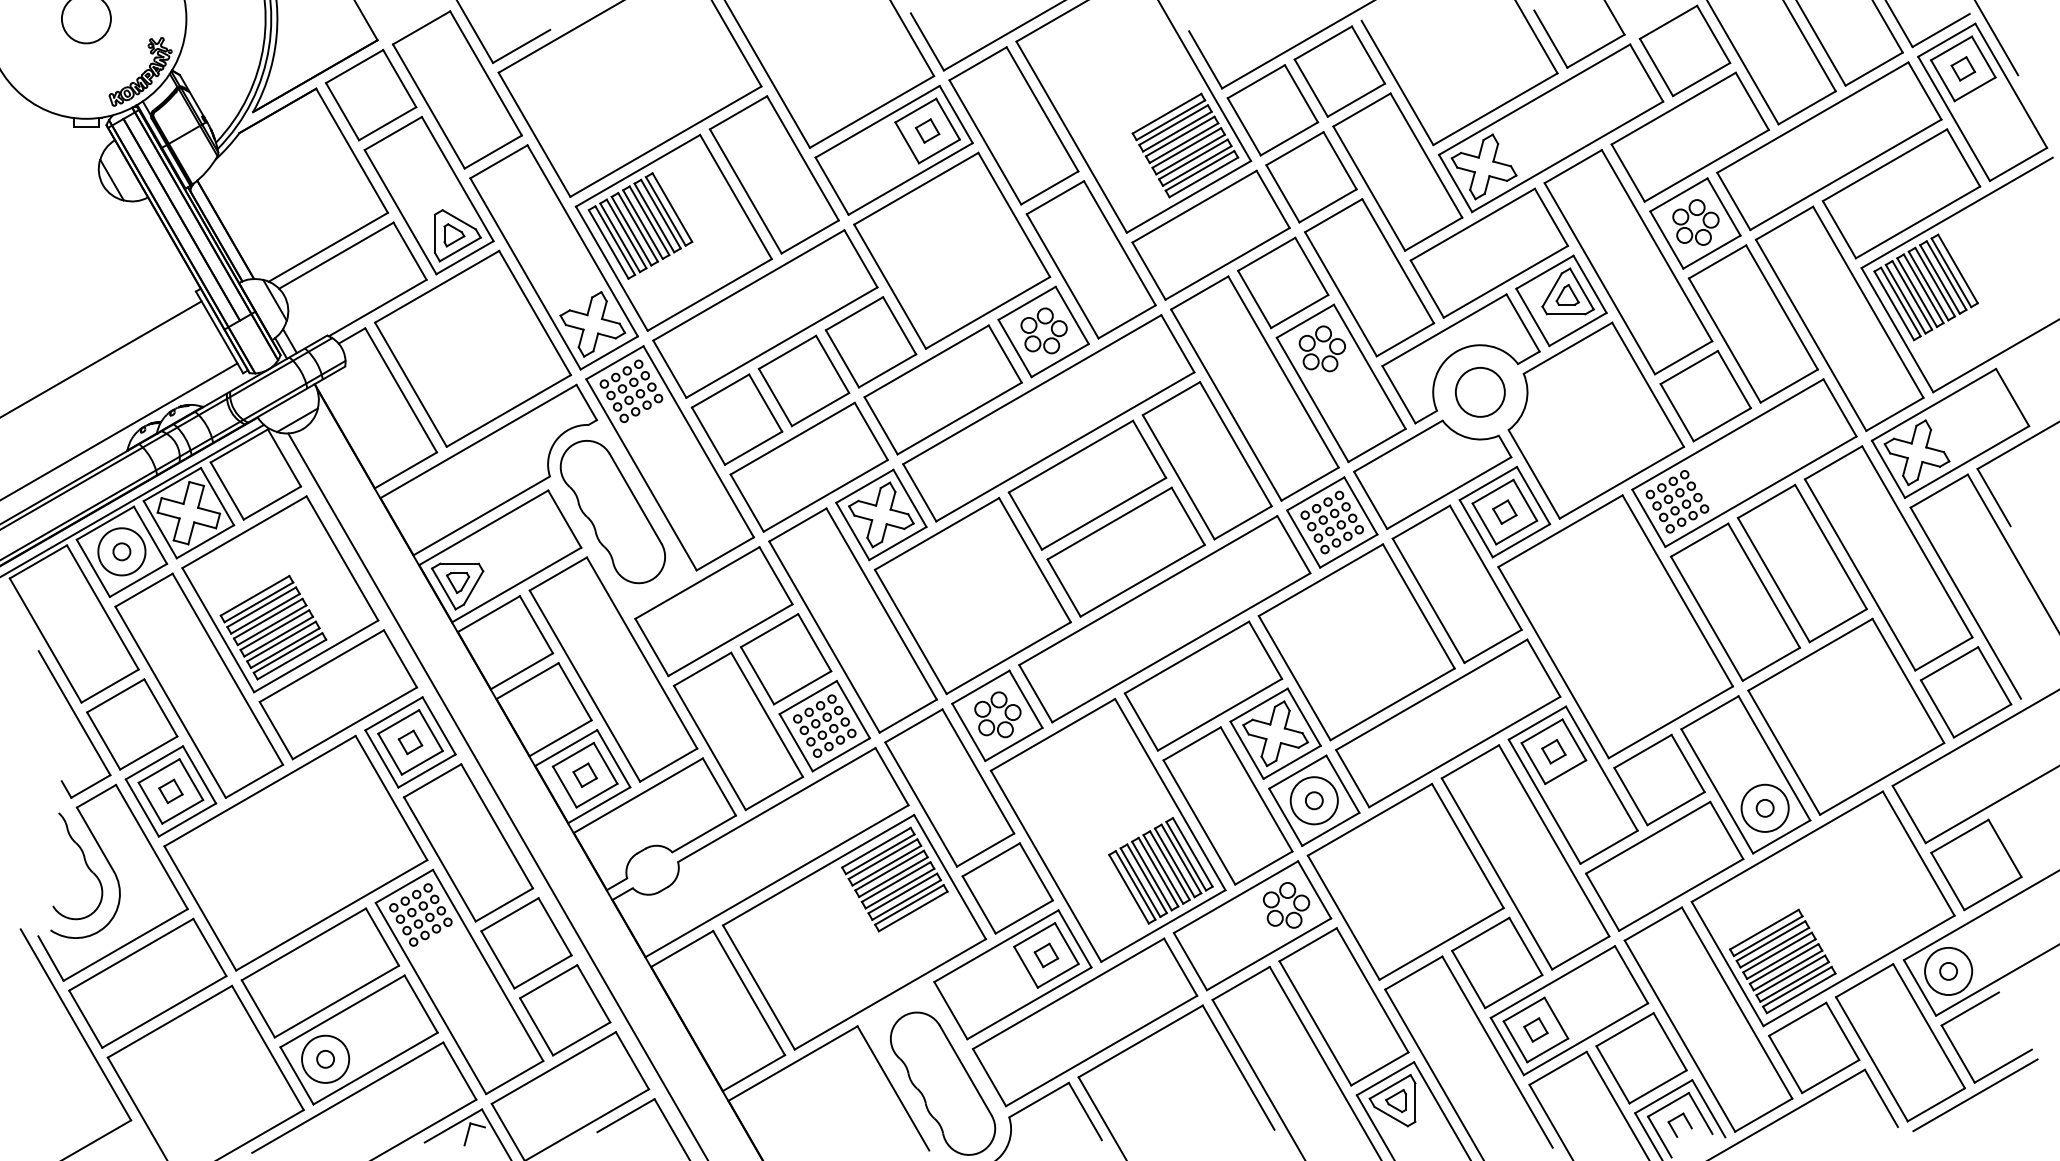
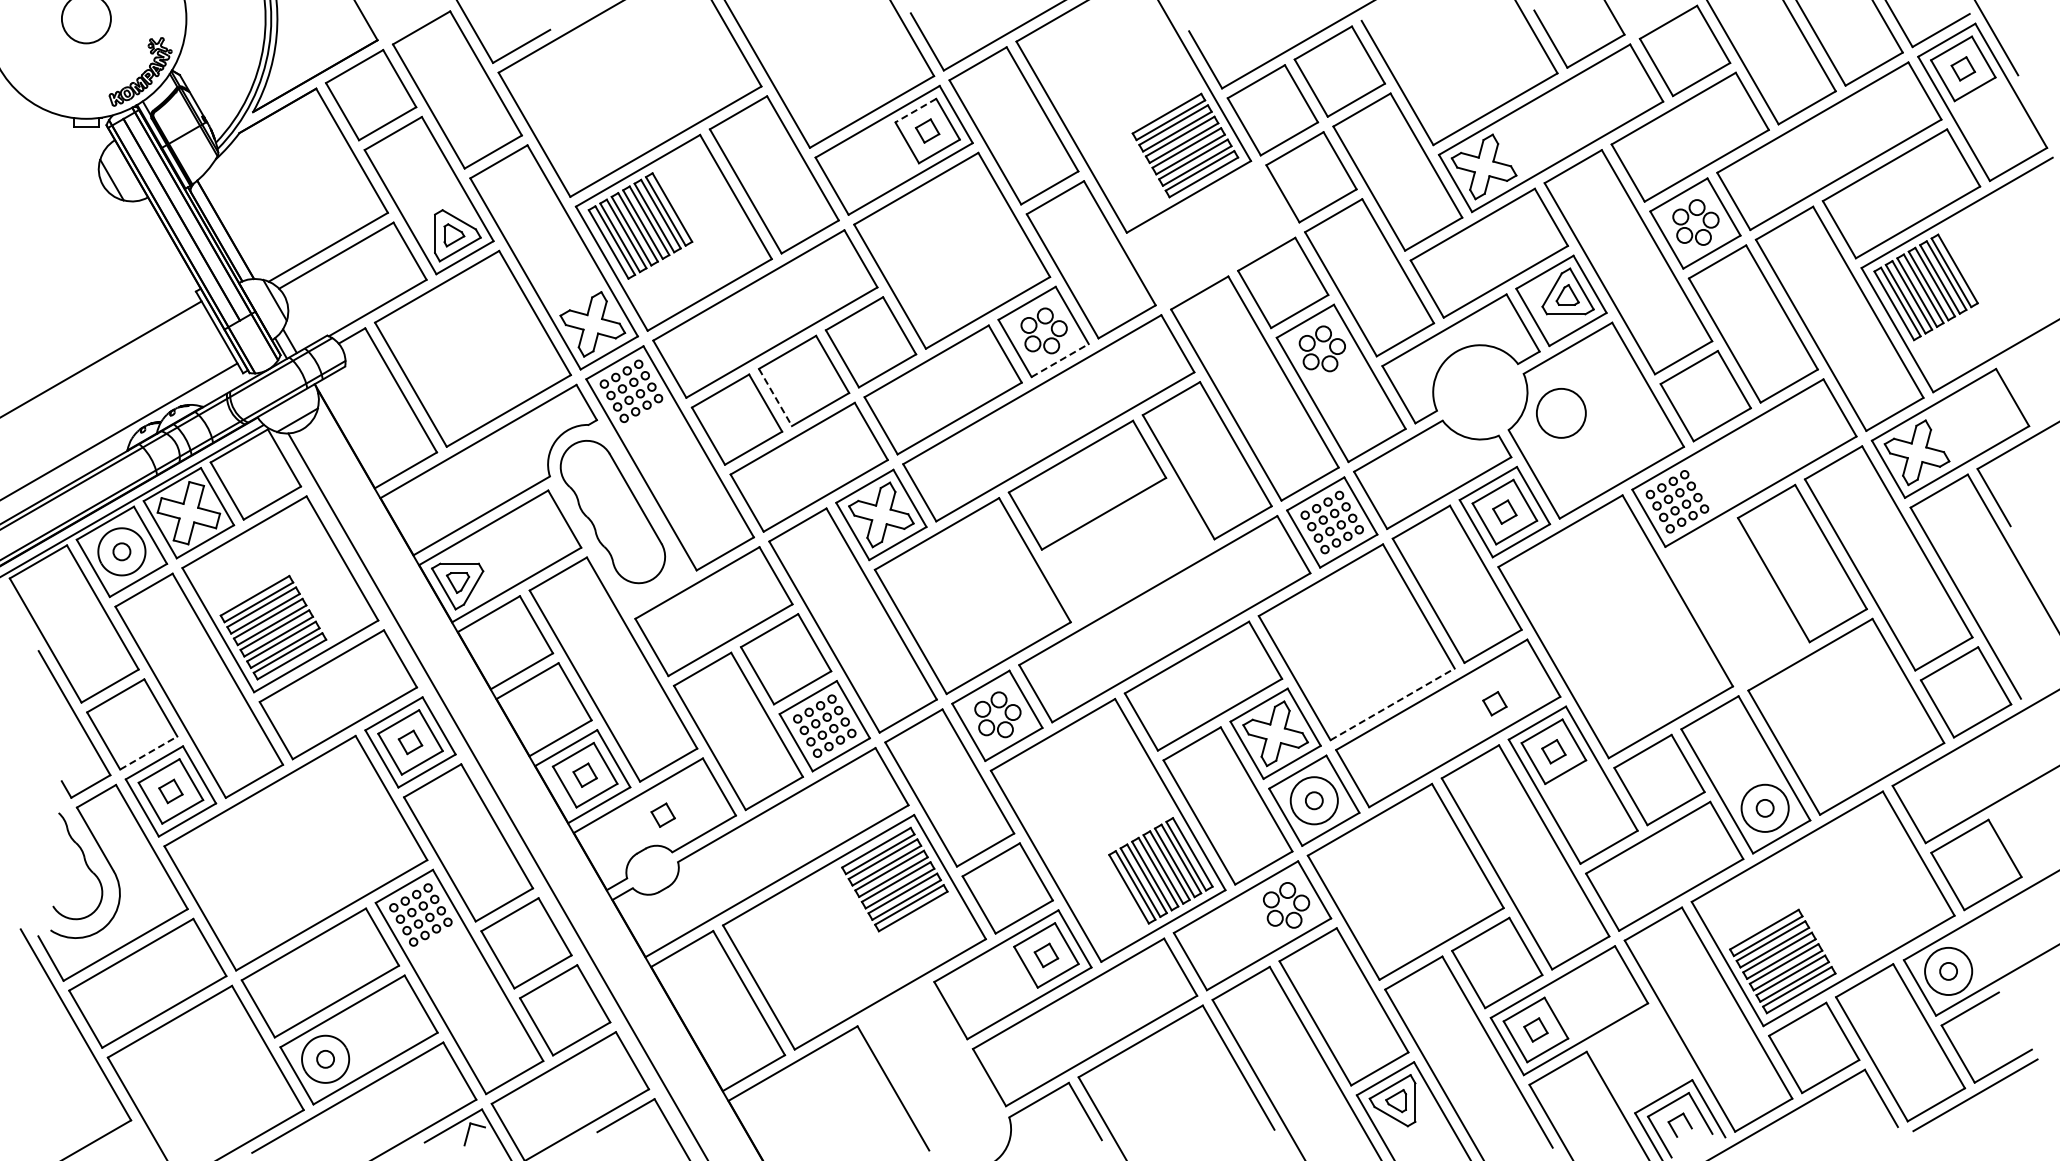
line at (915, 110): solid -> dashed
part at (1210, 234): present -> none
line at (1060, 360): solid -> dashed
circle at (1480, 392) position: (1480, 392) -> (1561, 413)
line at (775, 397): solid -> dashed
part at (1125, 551): present -> none
part at (1734, 601): present -> none
part at (1494, 703): none -> present
line at (1392, 704): solid -> dashed
line at (149, 752): solid -> dashed
part at (662, 814): none -> present
part at (1641, 1058): present -> none
part at (943, 1083): present -> none
